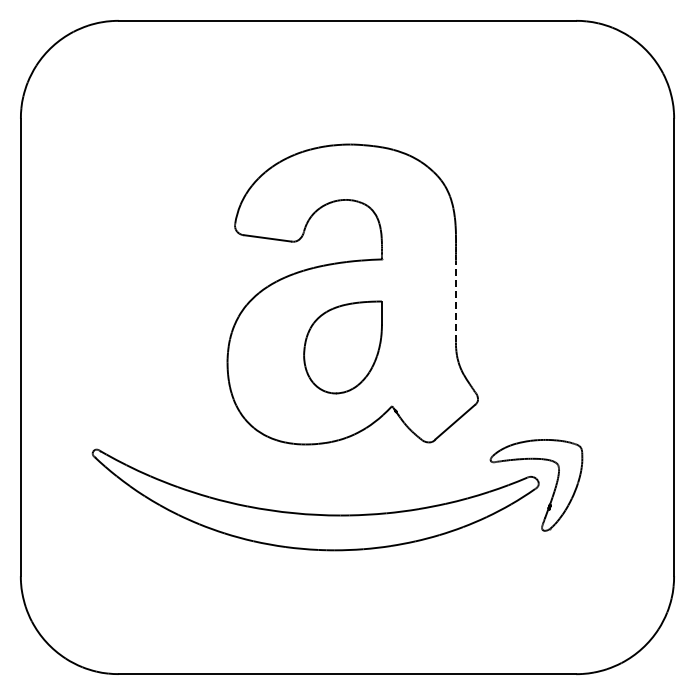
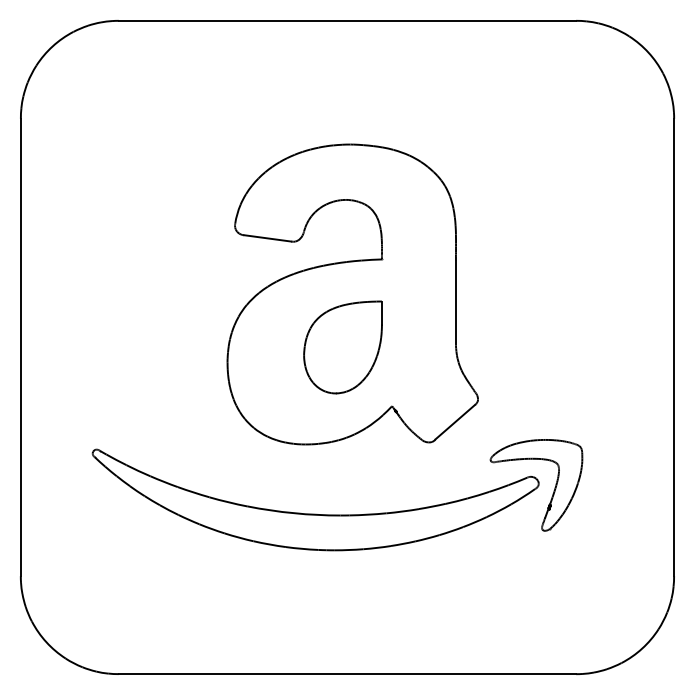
line at (455, 301): dashed -> solid
